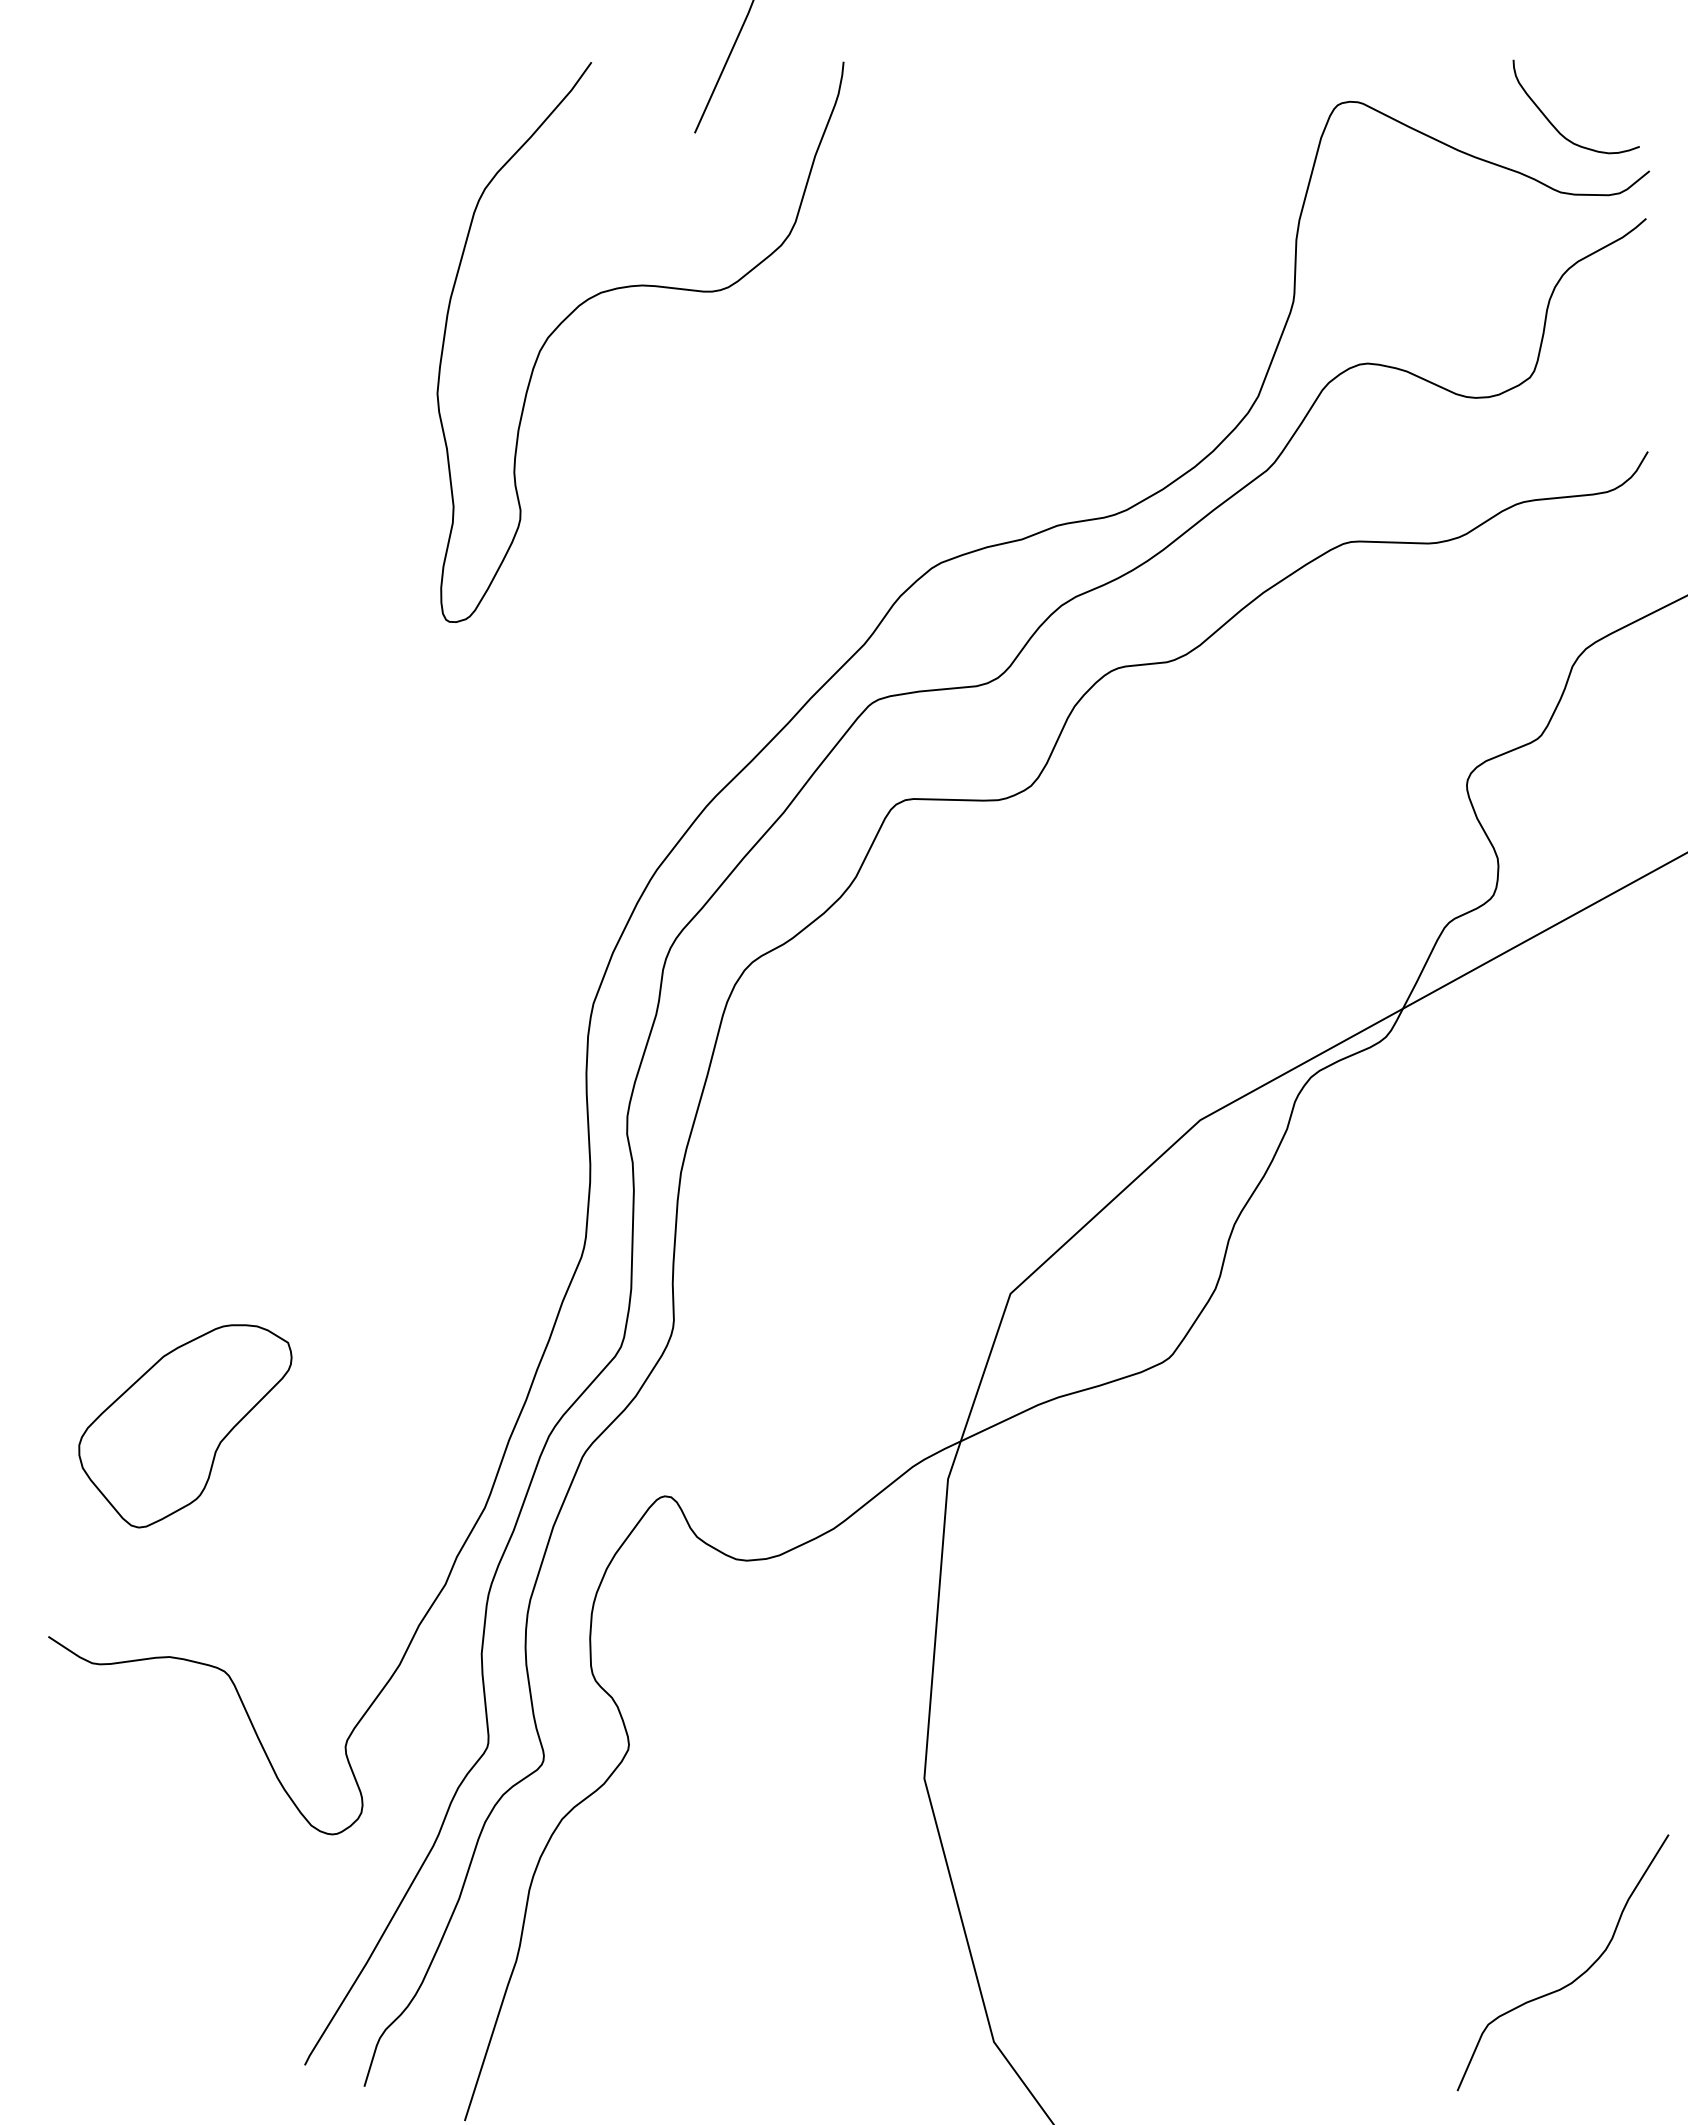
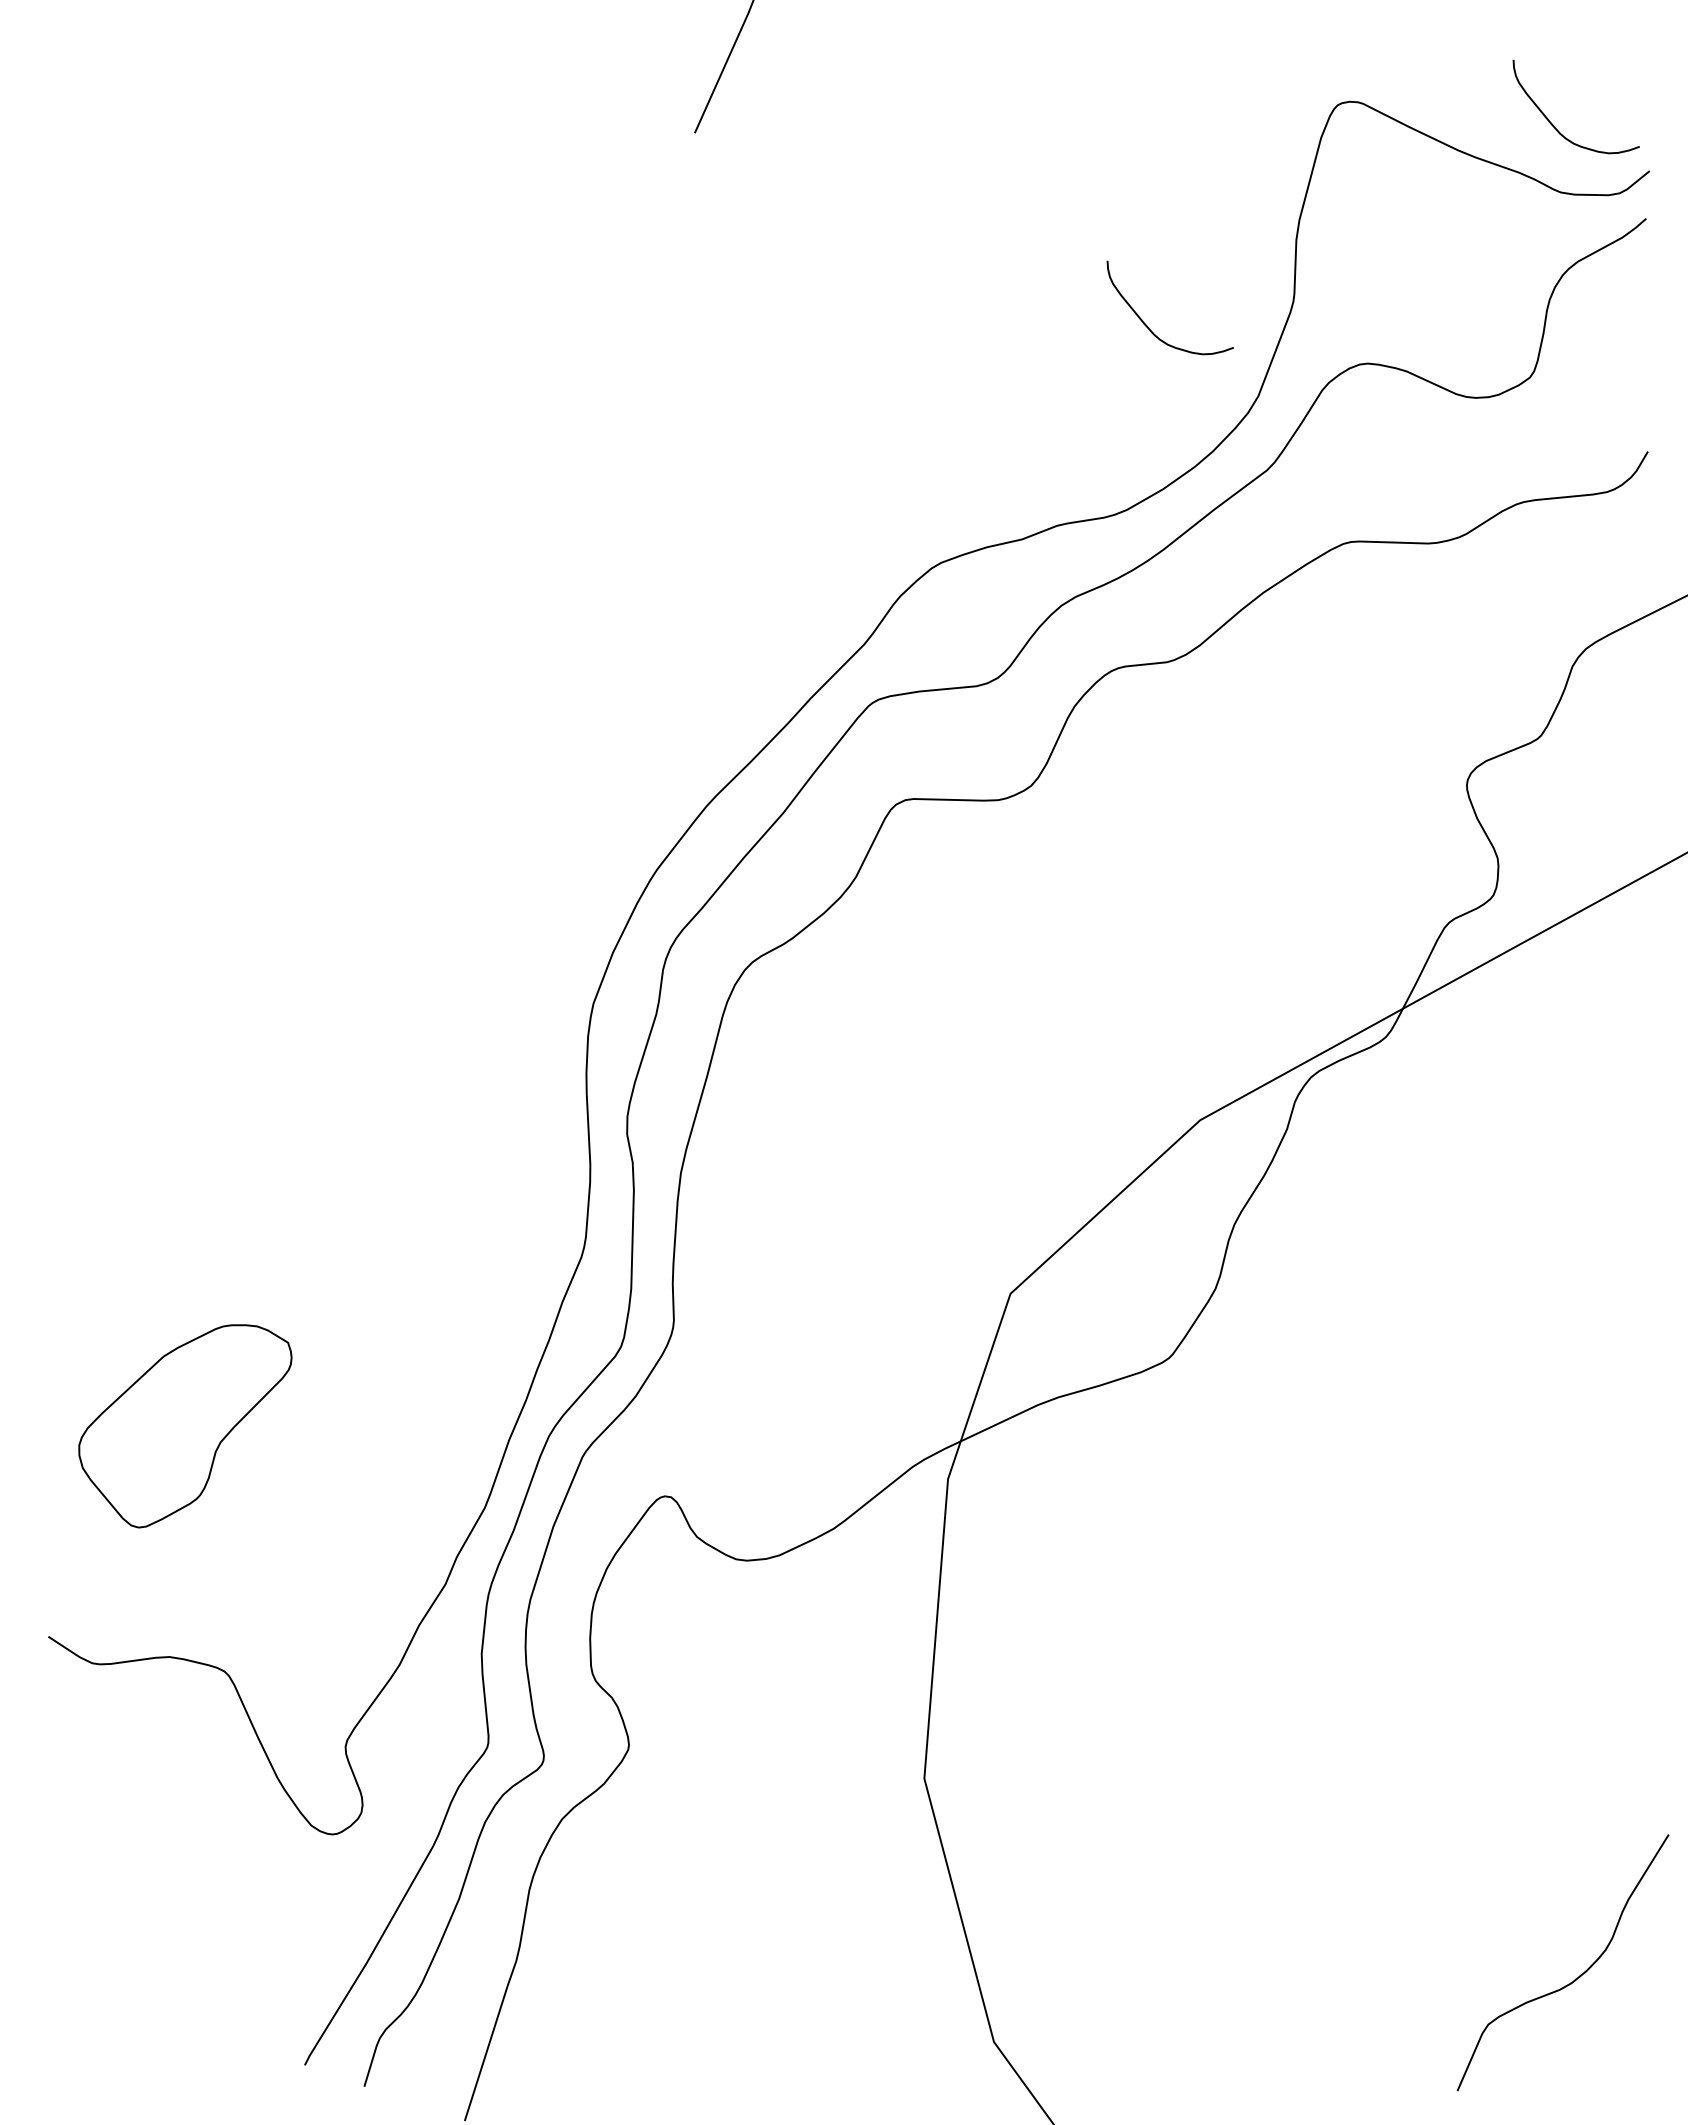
curve at (632, 287): present -> none
curve at (1149, 327): none -> present
